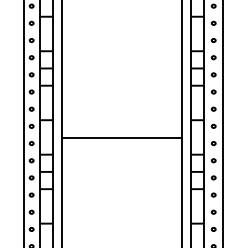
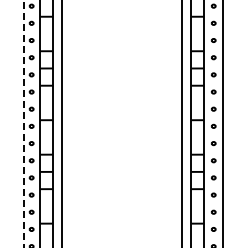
line at (24, 124): solid -> dashed
line at (121, 137): present -> none
